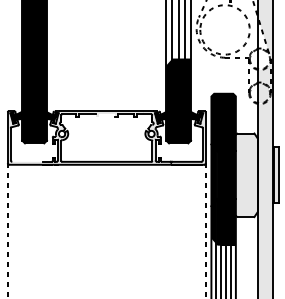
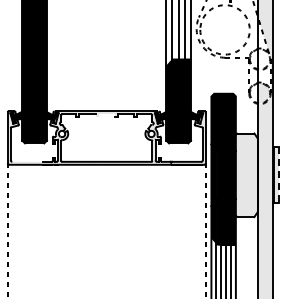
fill at (264, 76): present -> none
line at (279, 175): solid -> dashed
